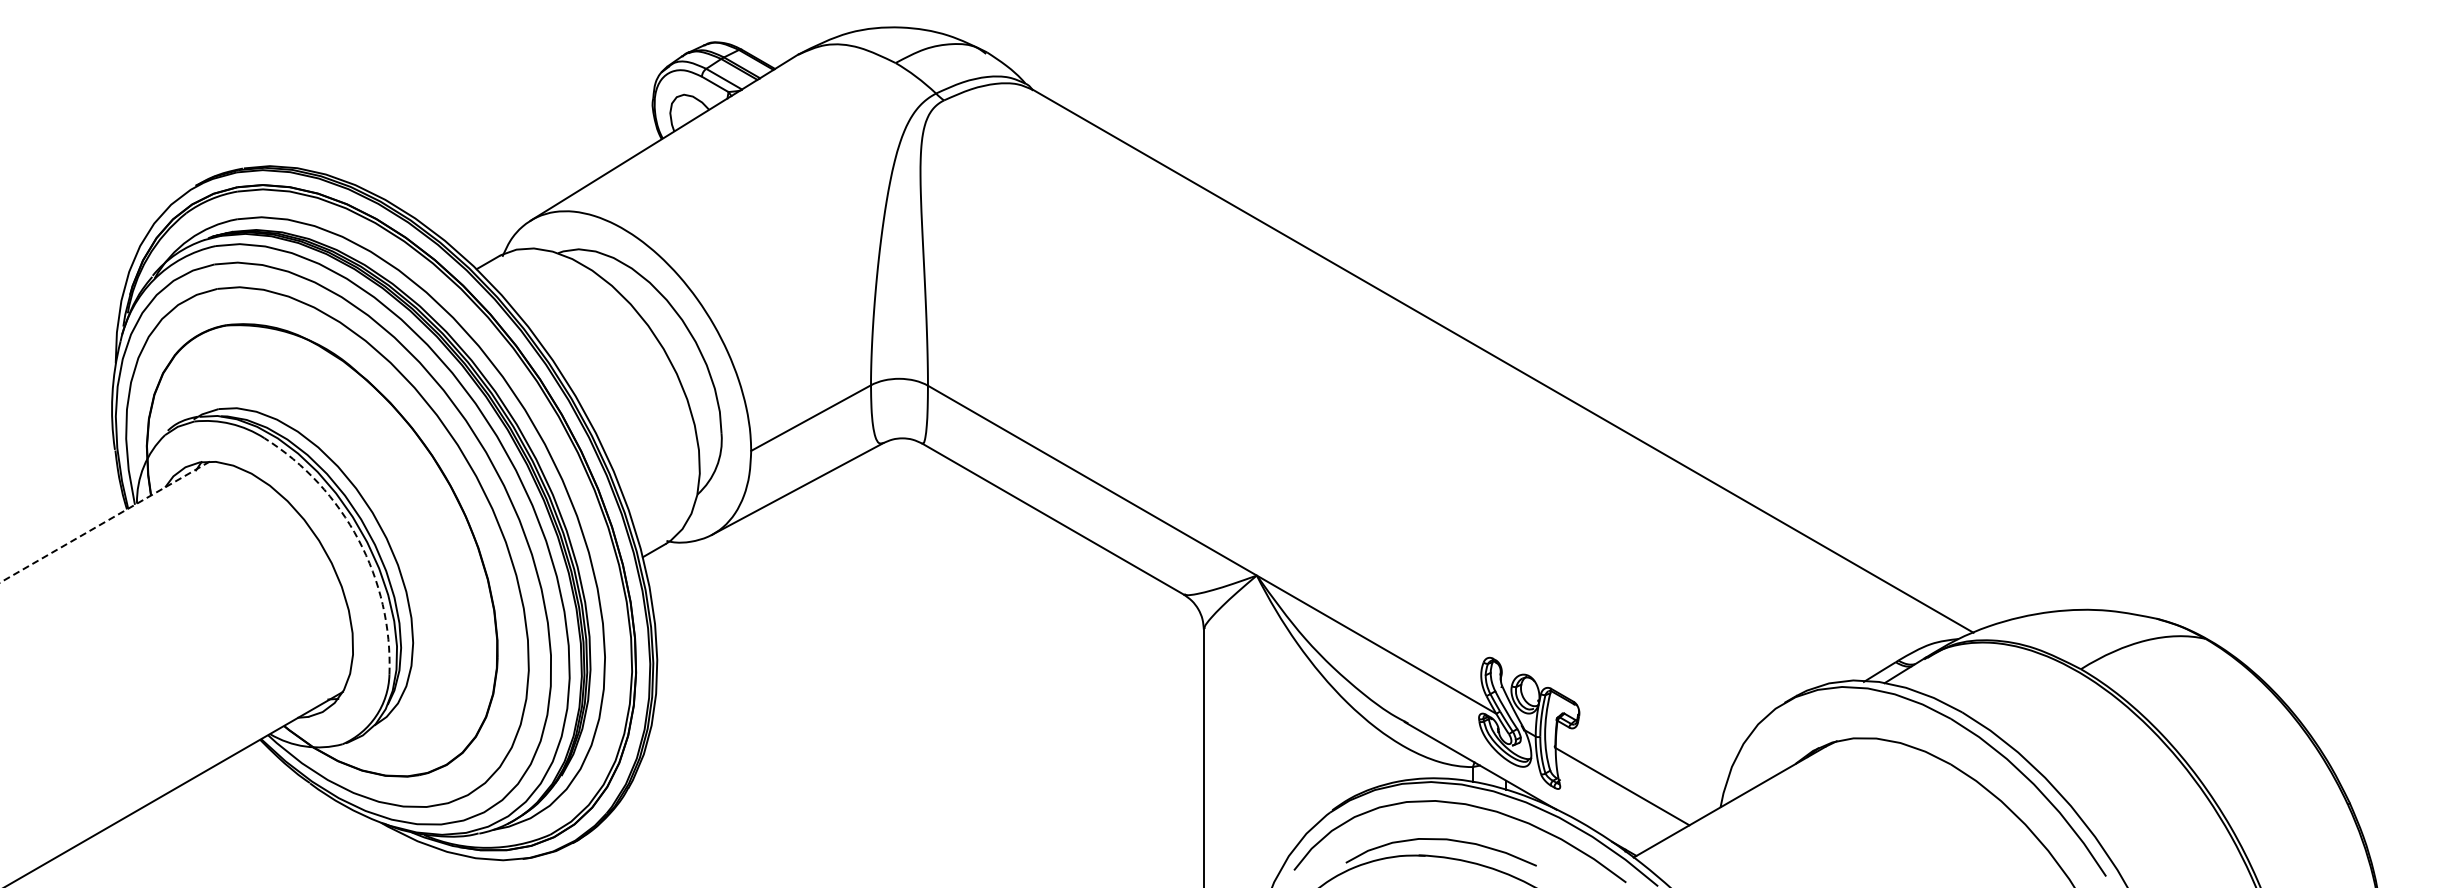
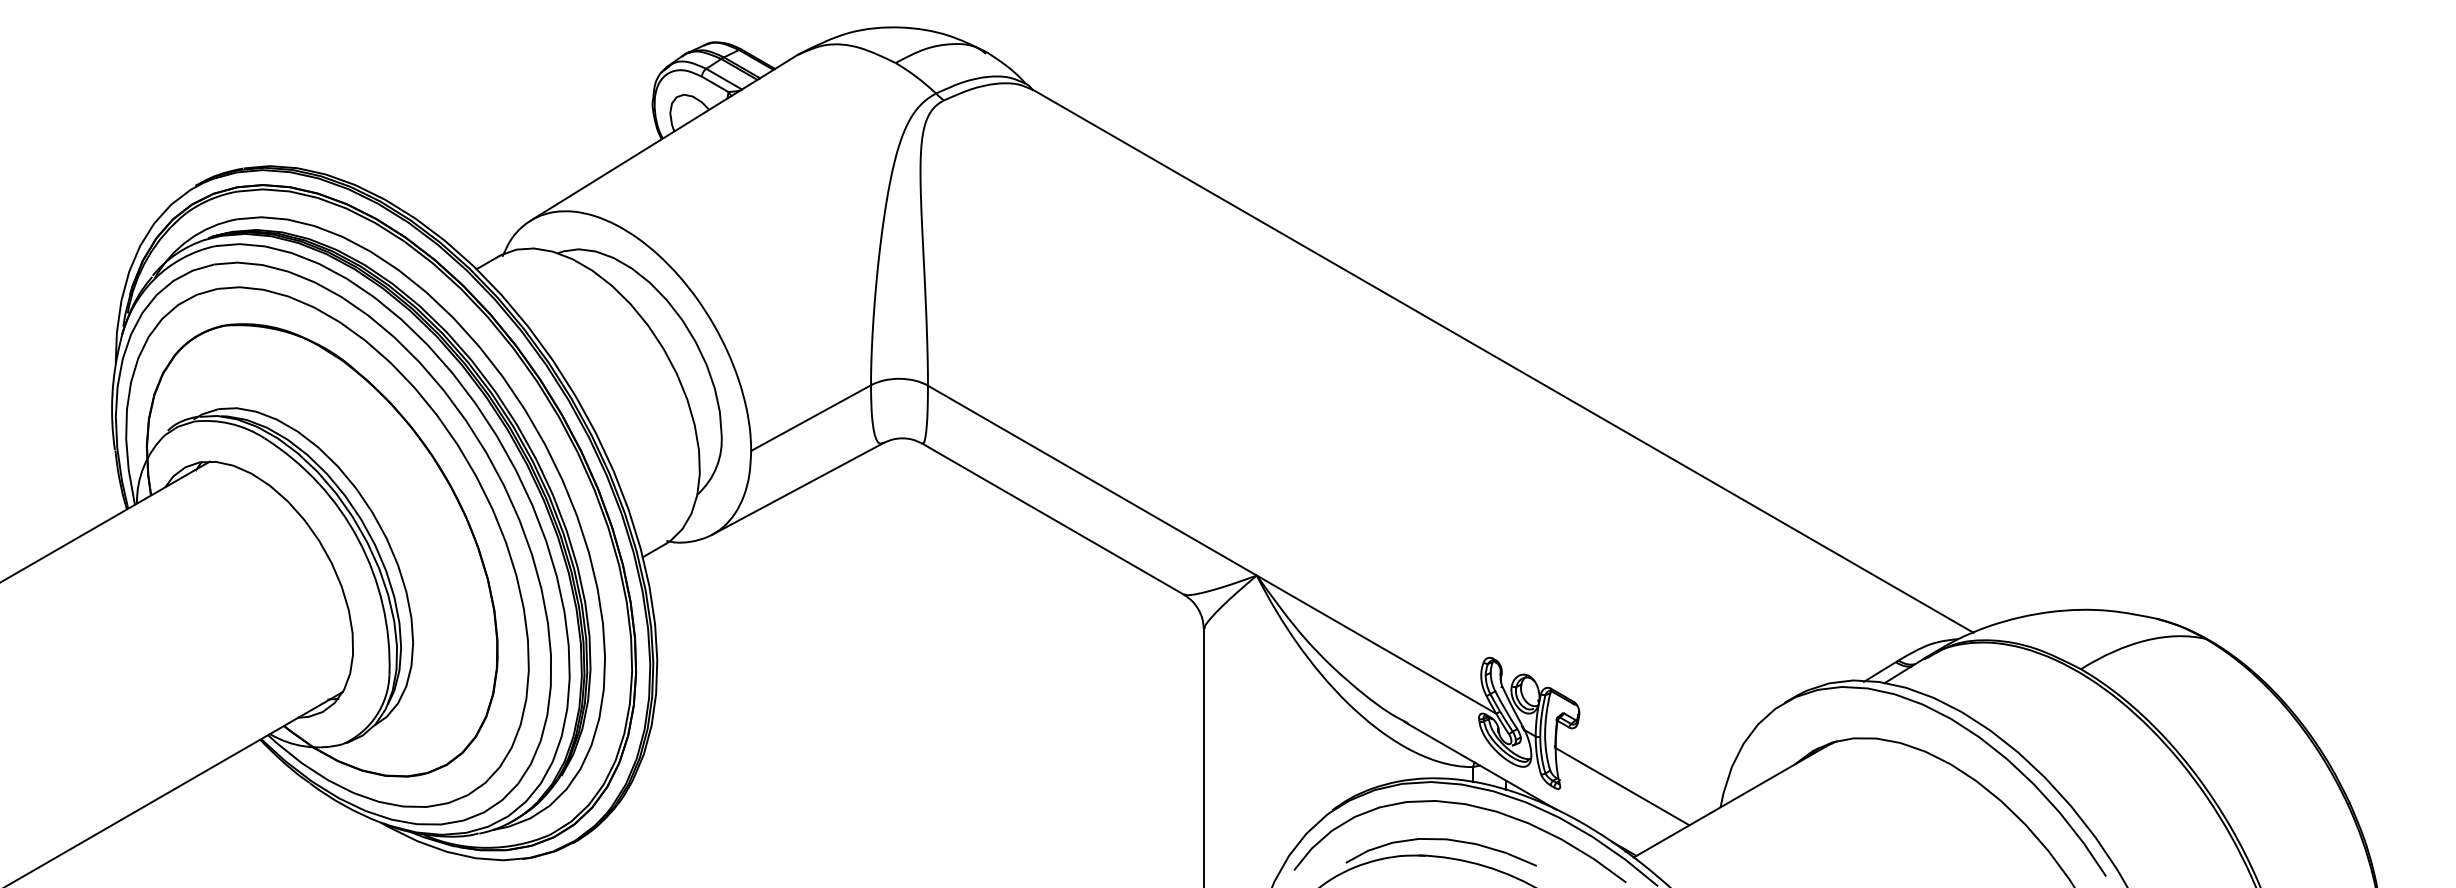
line at (105, 522): dashed -> solid
arc at (358, 539): dashed -> solid
